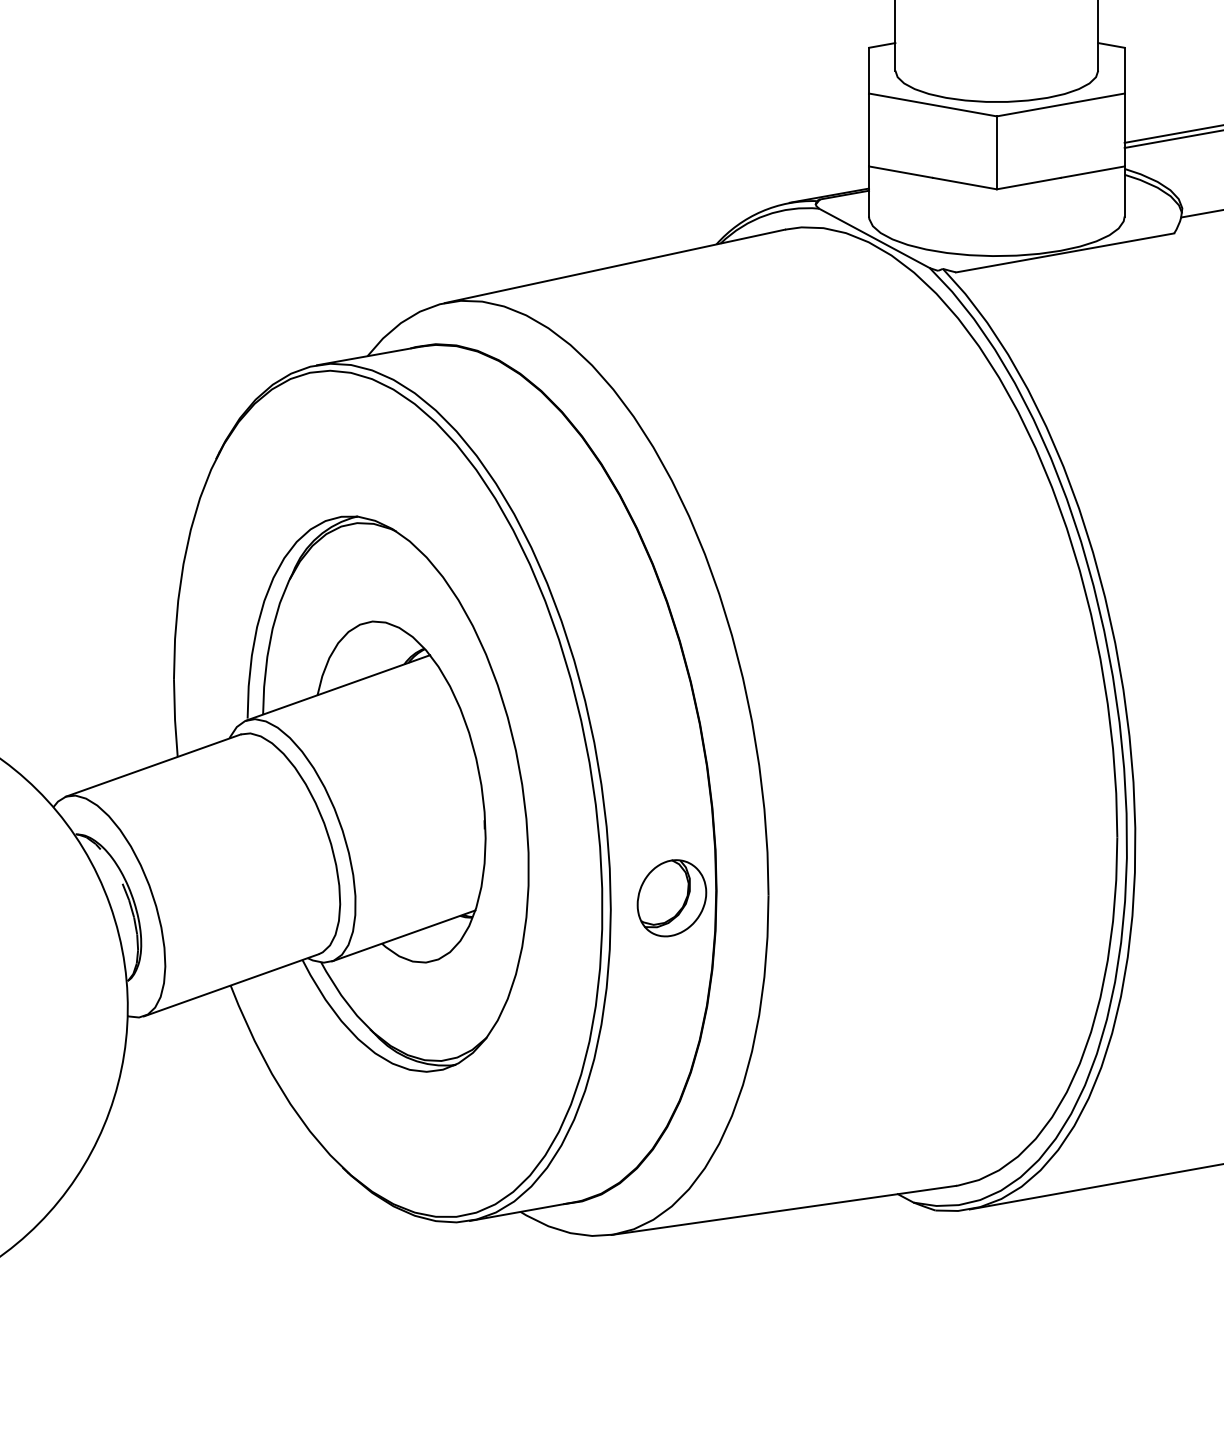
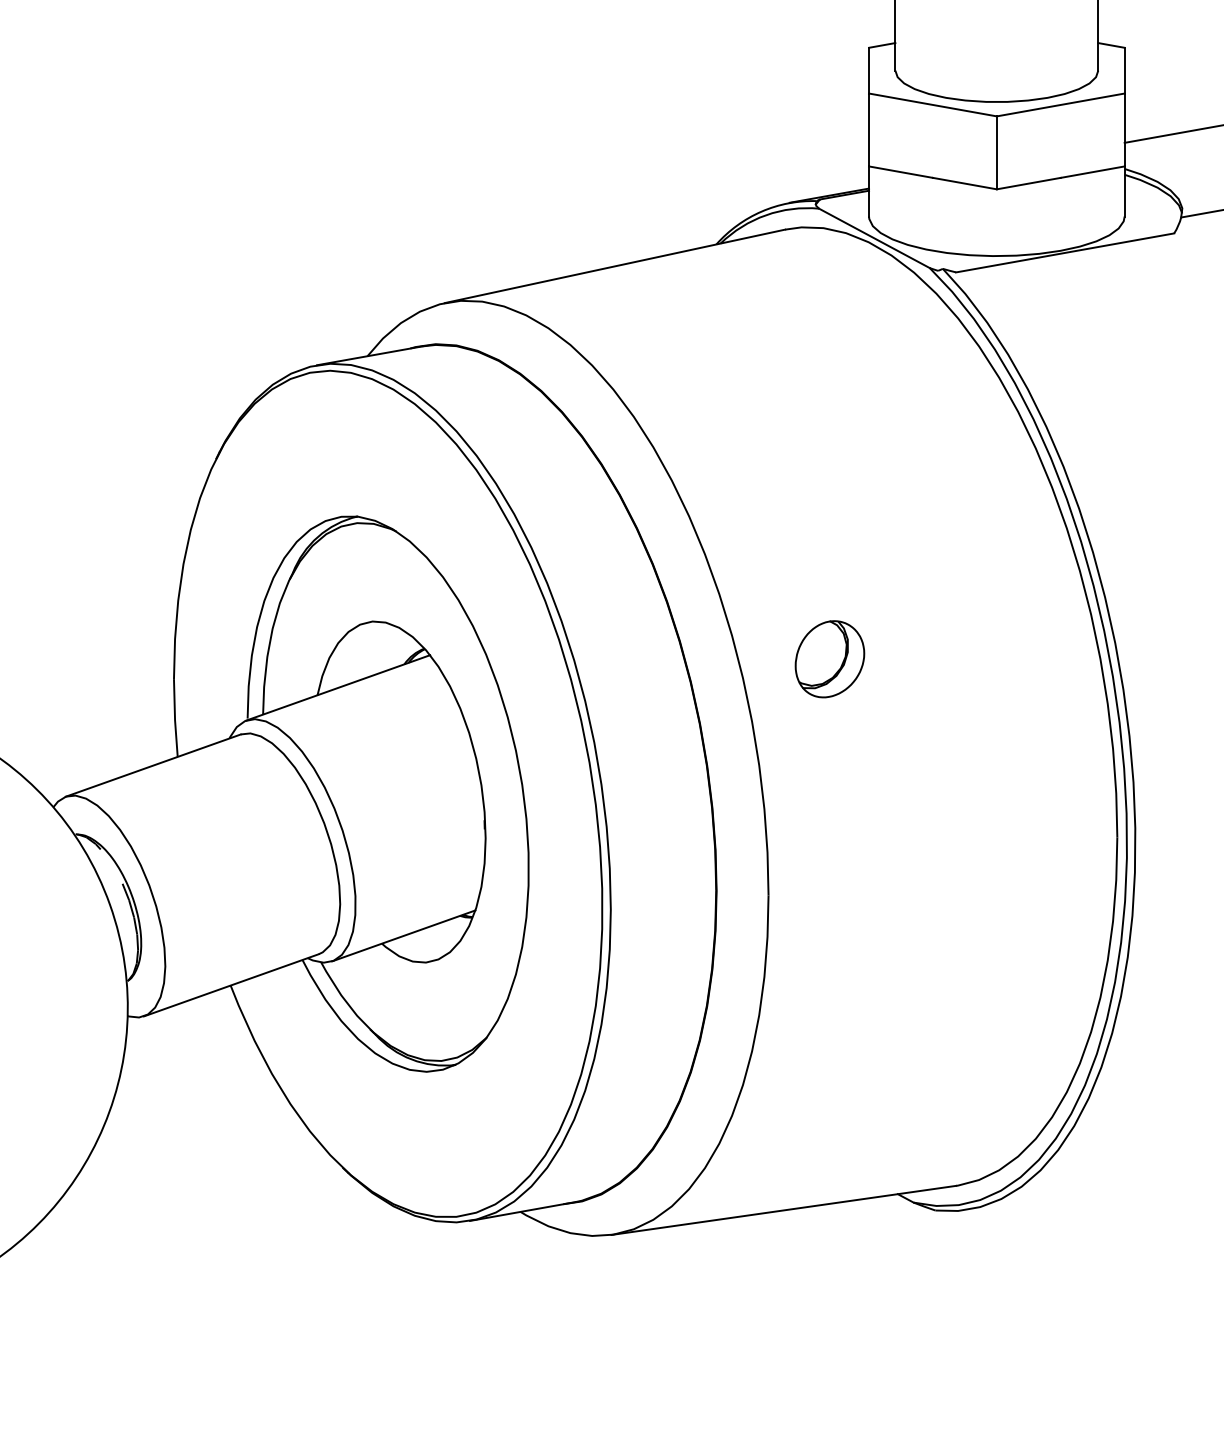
line at (1172, 138): present -> none
part at (671, 898) position: (671, 898) -> (829, 659)
line at (1094, 1186): present -> none
